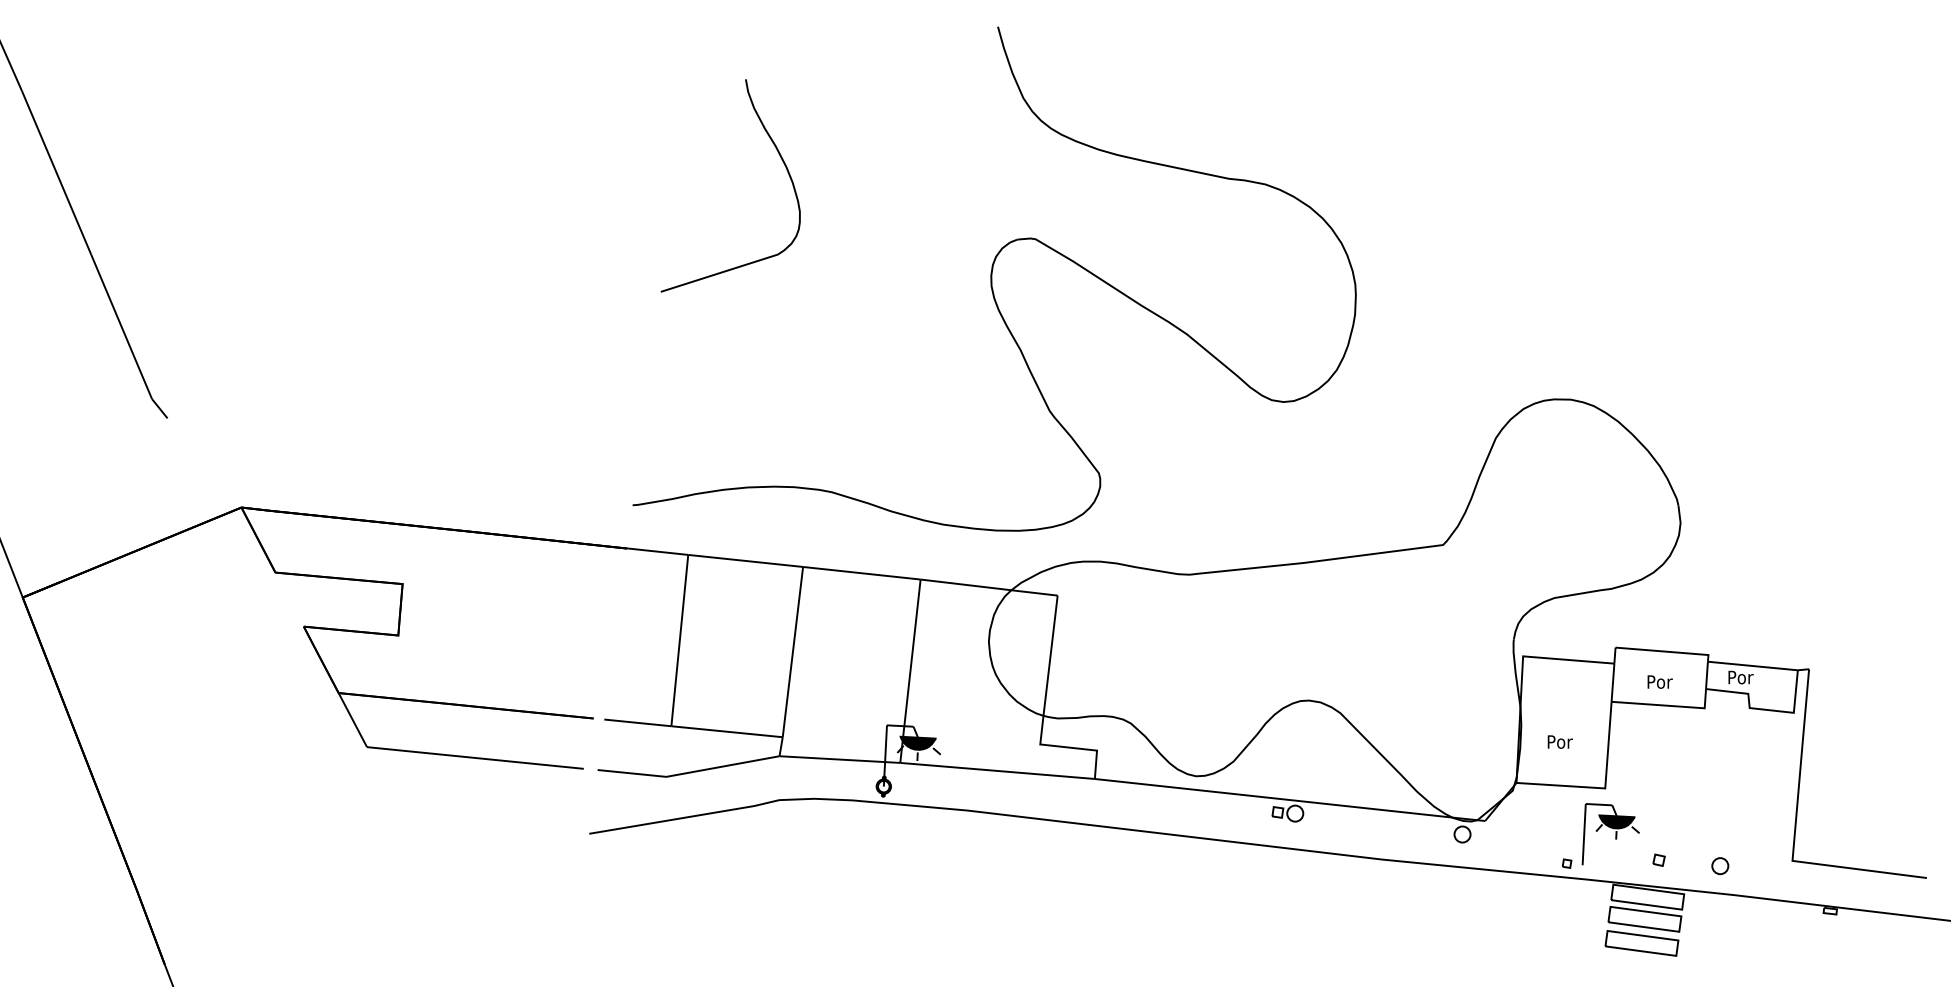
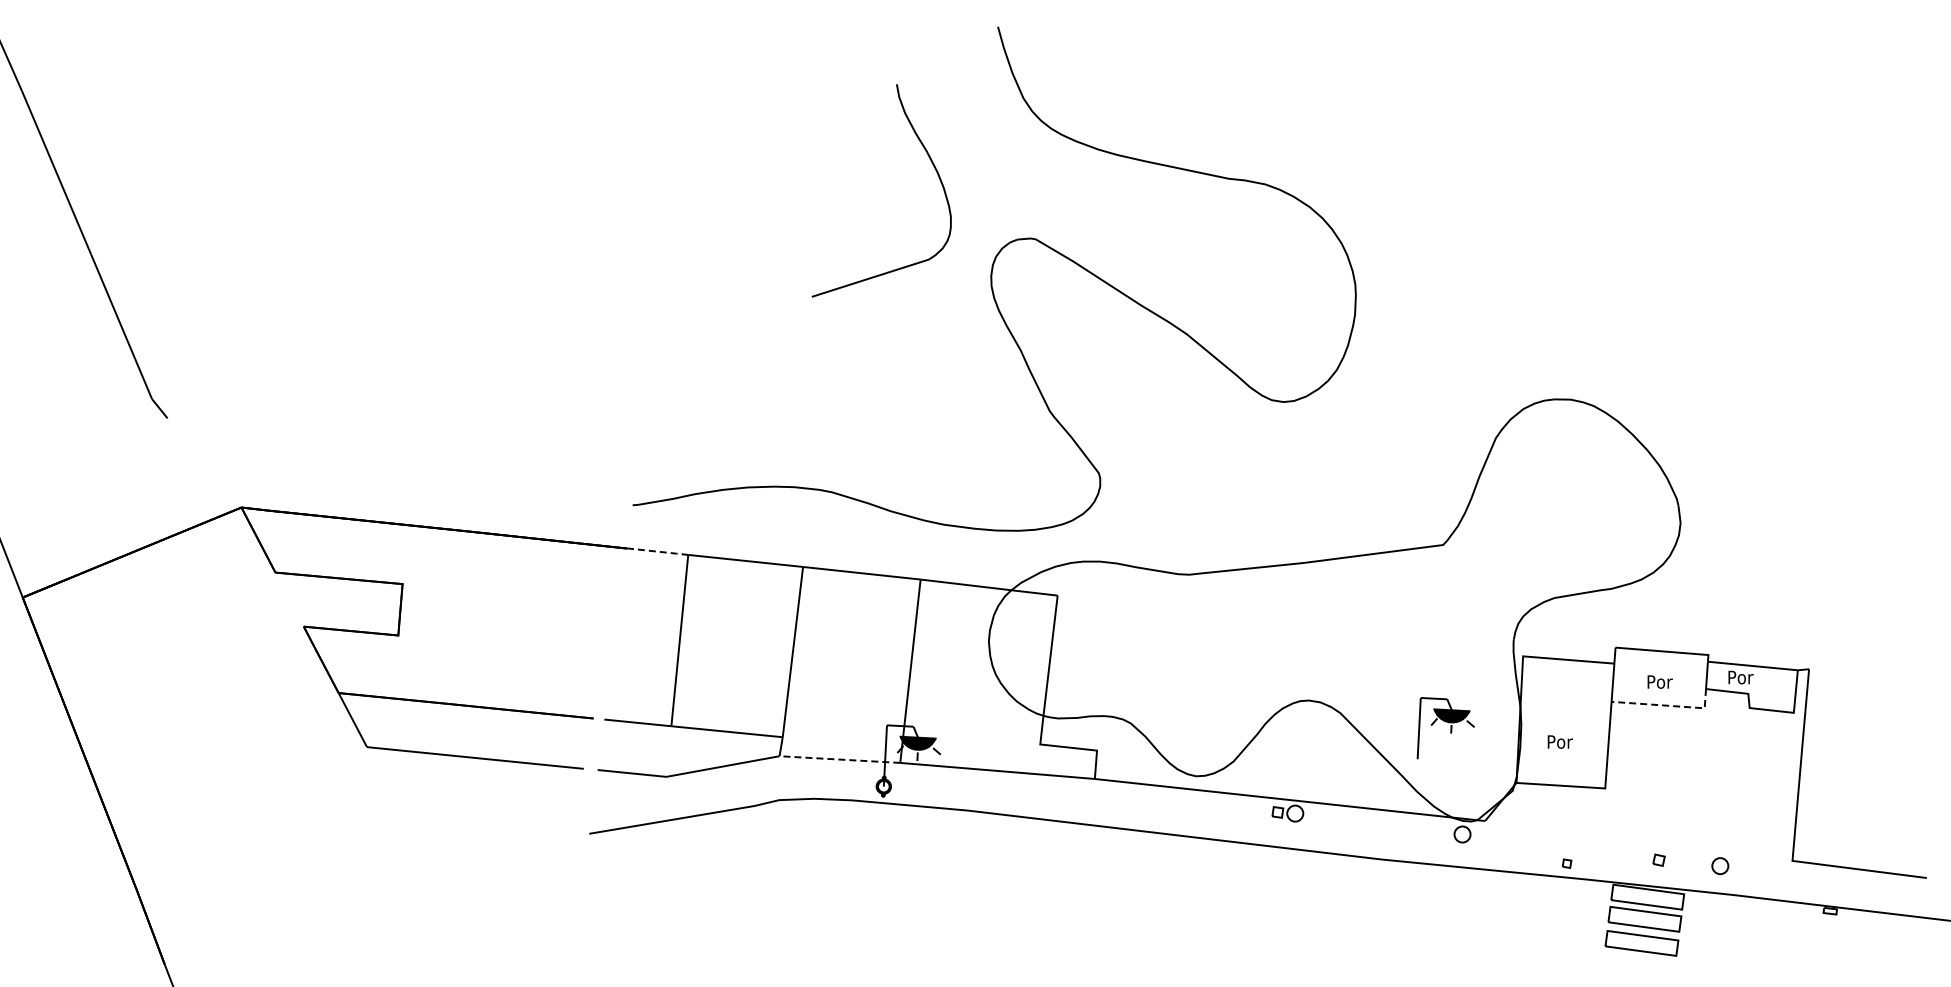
curve at (779, 156) position: (779, 156) -> (930, 161)
line at (658, 551): solid -> dashed
line at (1668, 705): solid -> dashed
line at (839, 759): solid -> dashed
part at (1610, 834) position: (1610, 834) -> (1445, 728)
